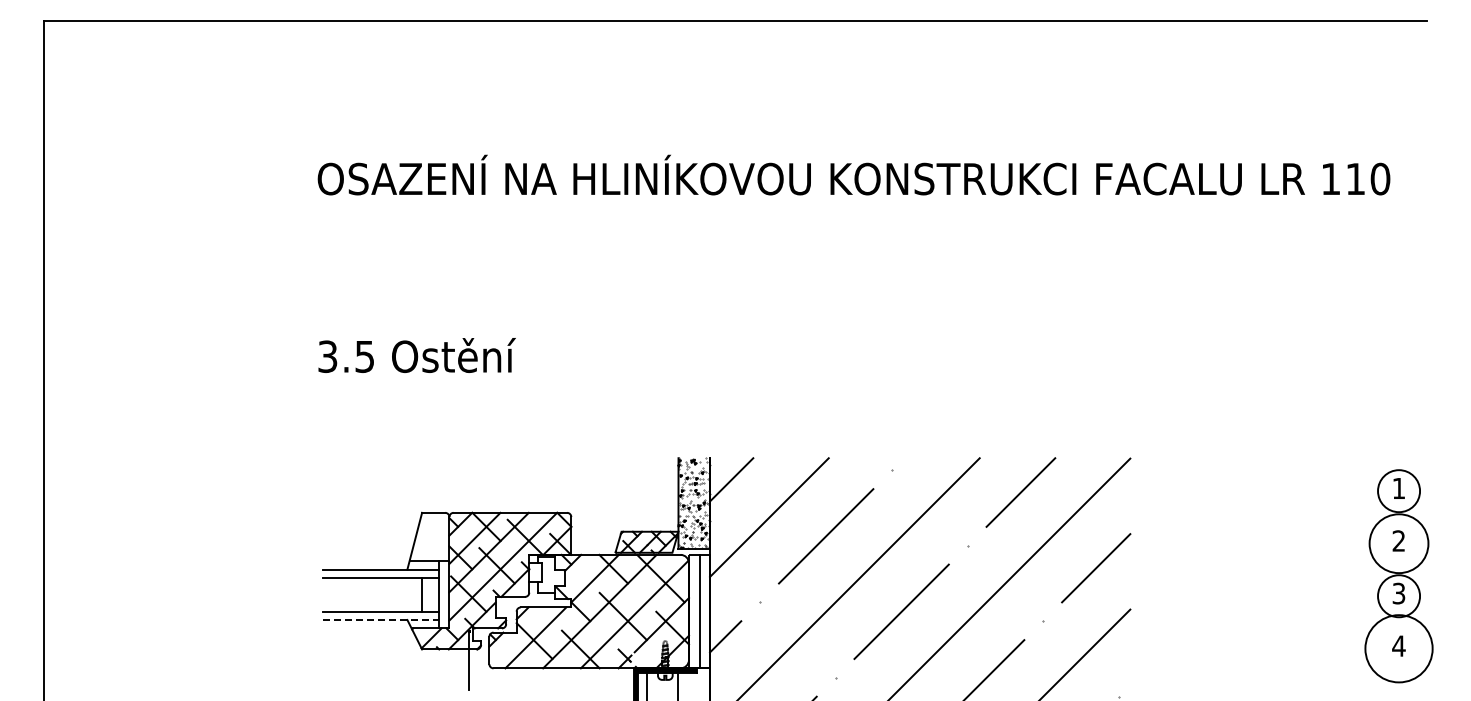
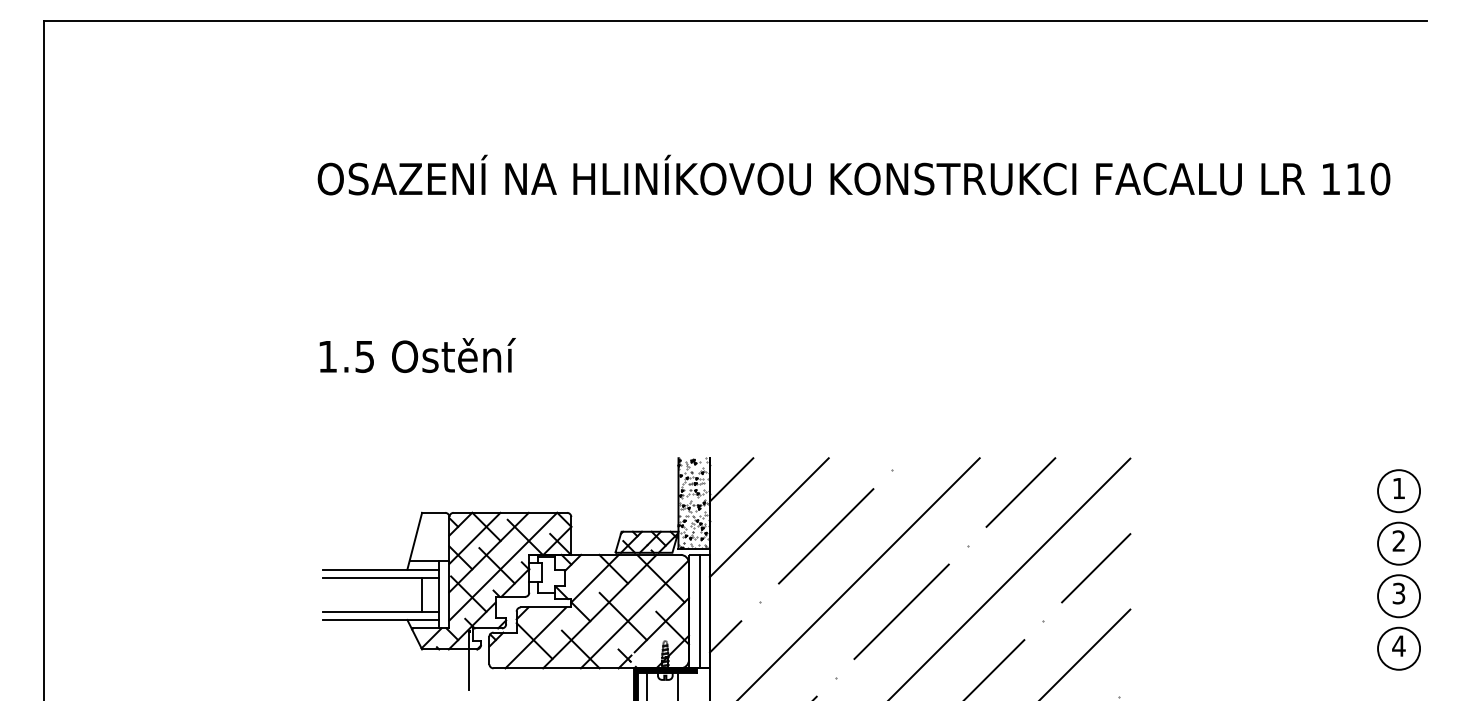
text at (327, 356): 3.5 -> 1.5
circle at (1398, 543) diameter: 59 px -> 42 px
line at (381, 620): dashed -> solid
circle at (1398, 648) diameter: 67 px -> 42 px
